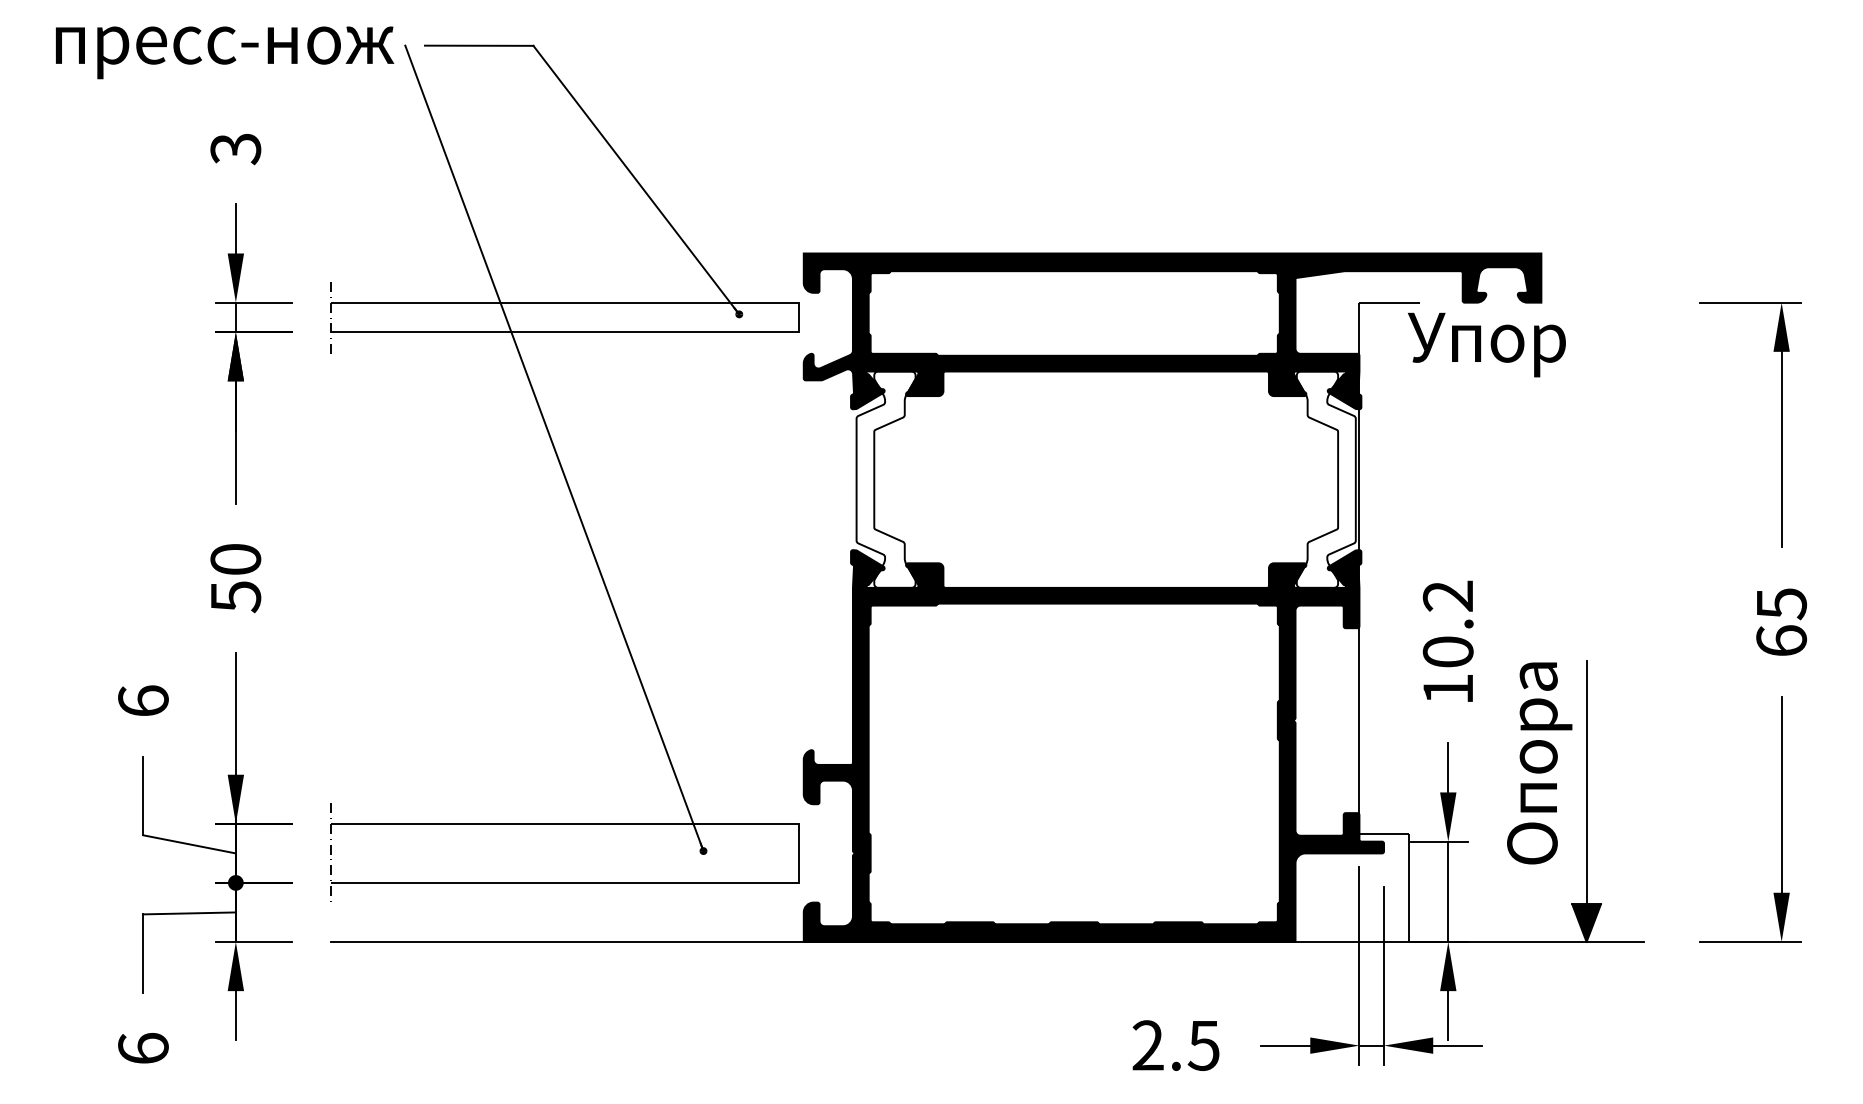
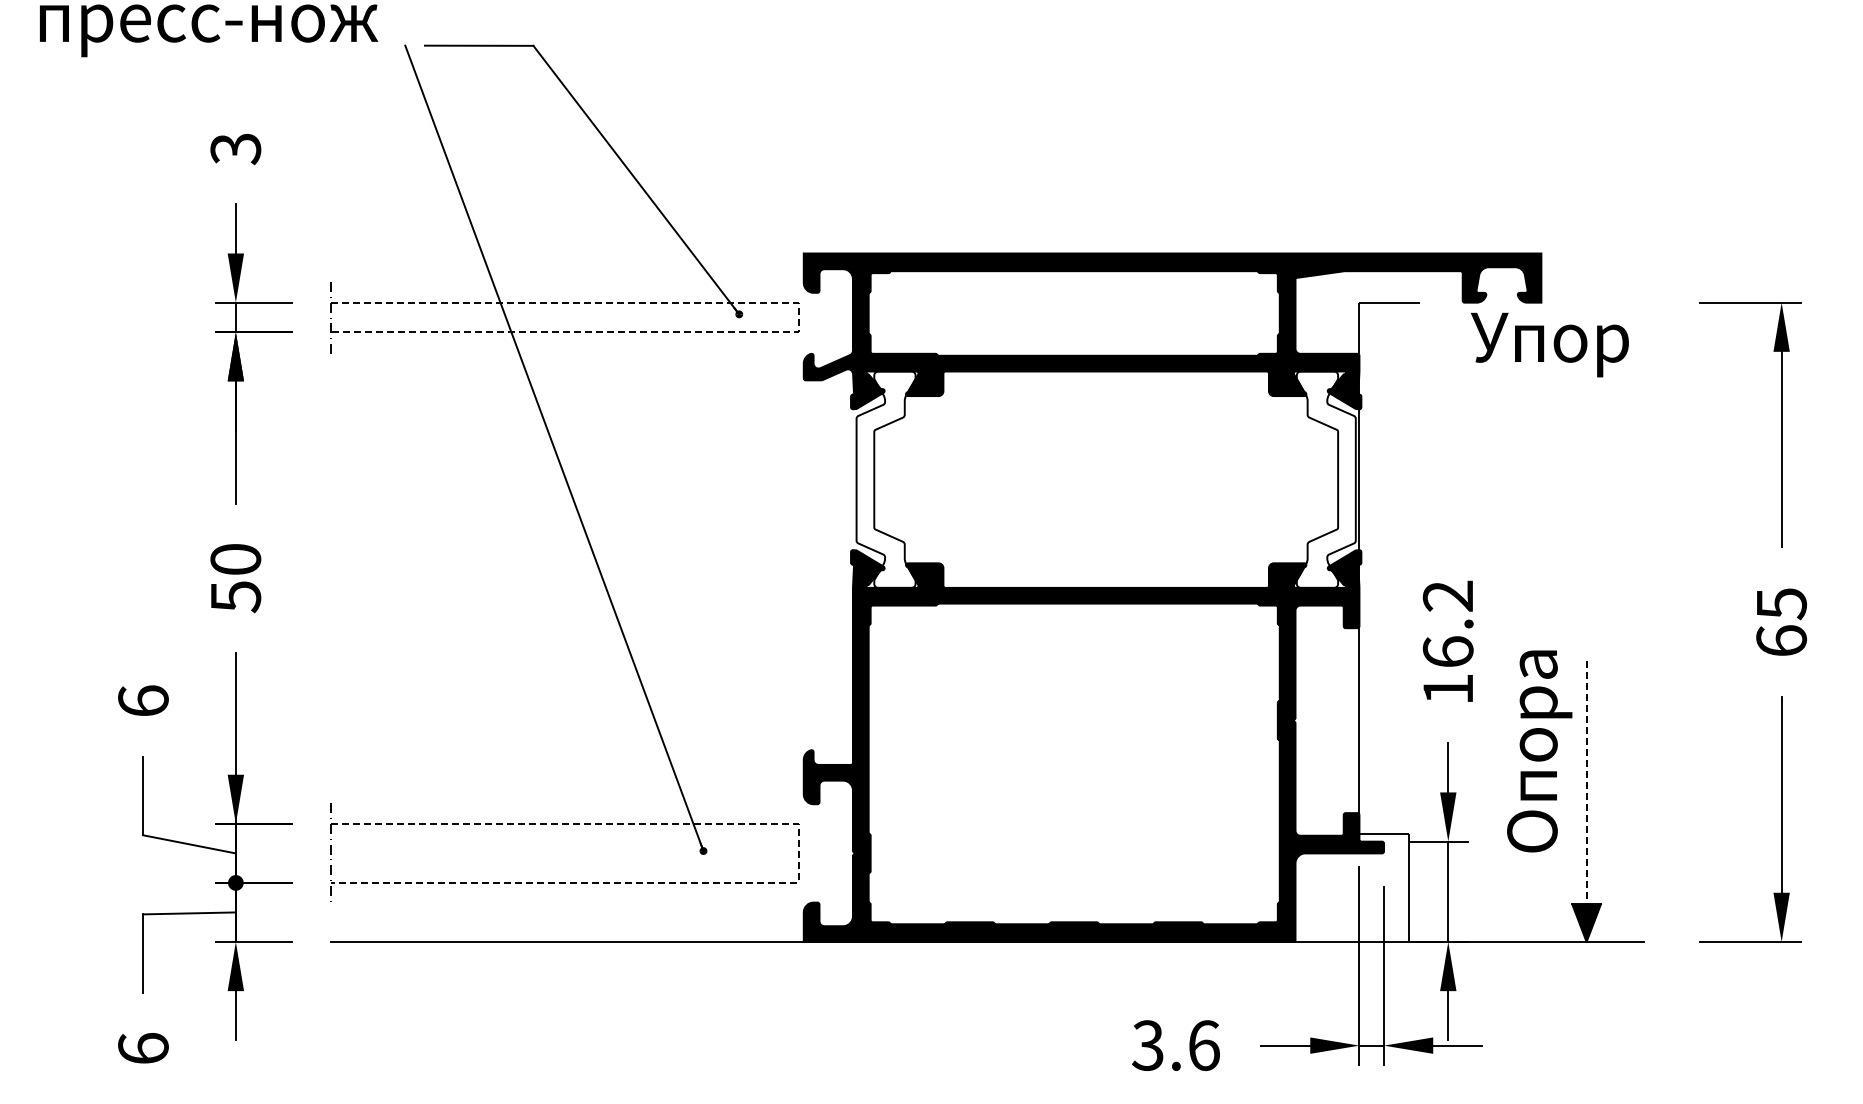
text at (225, 52) position: (225, 52) -> (209, 30)
line at (798, 317): solid -> dashed
text at (1486, 344) position: (1486, 344) -> (1549, 344)
text at (1447, 651): 10.2 -> 16.2
text at (1539, 763) position: (1539, 763) -> (1539, 751)
line at (1586, 802): solid -> dashed
line at (798, 853): solid -> dashed
text at (1175, 1045): 2.5 -> 3.6
